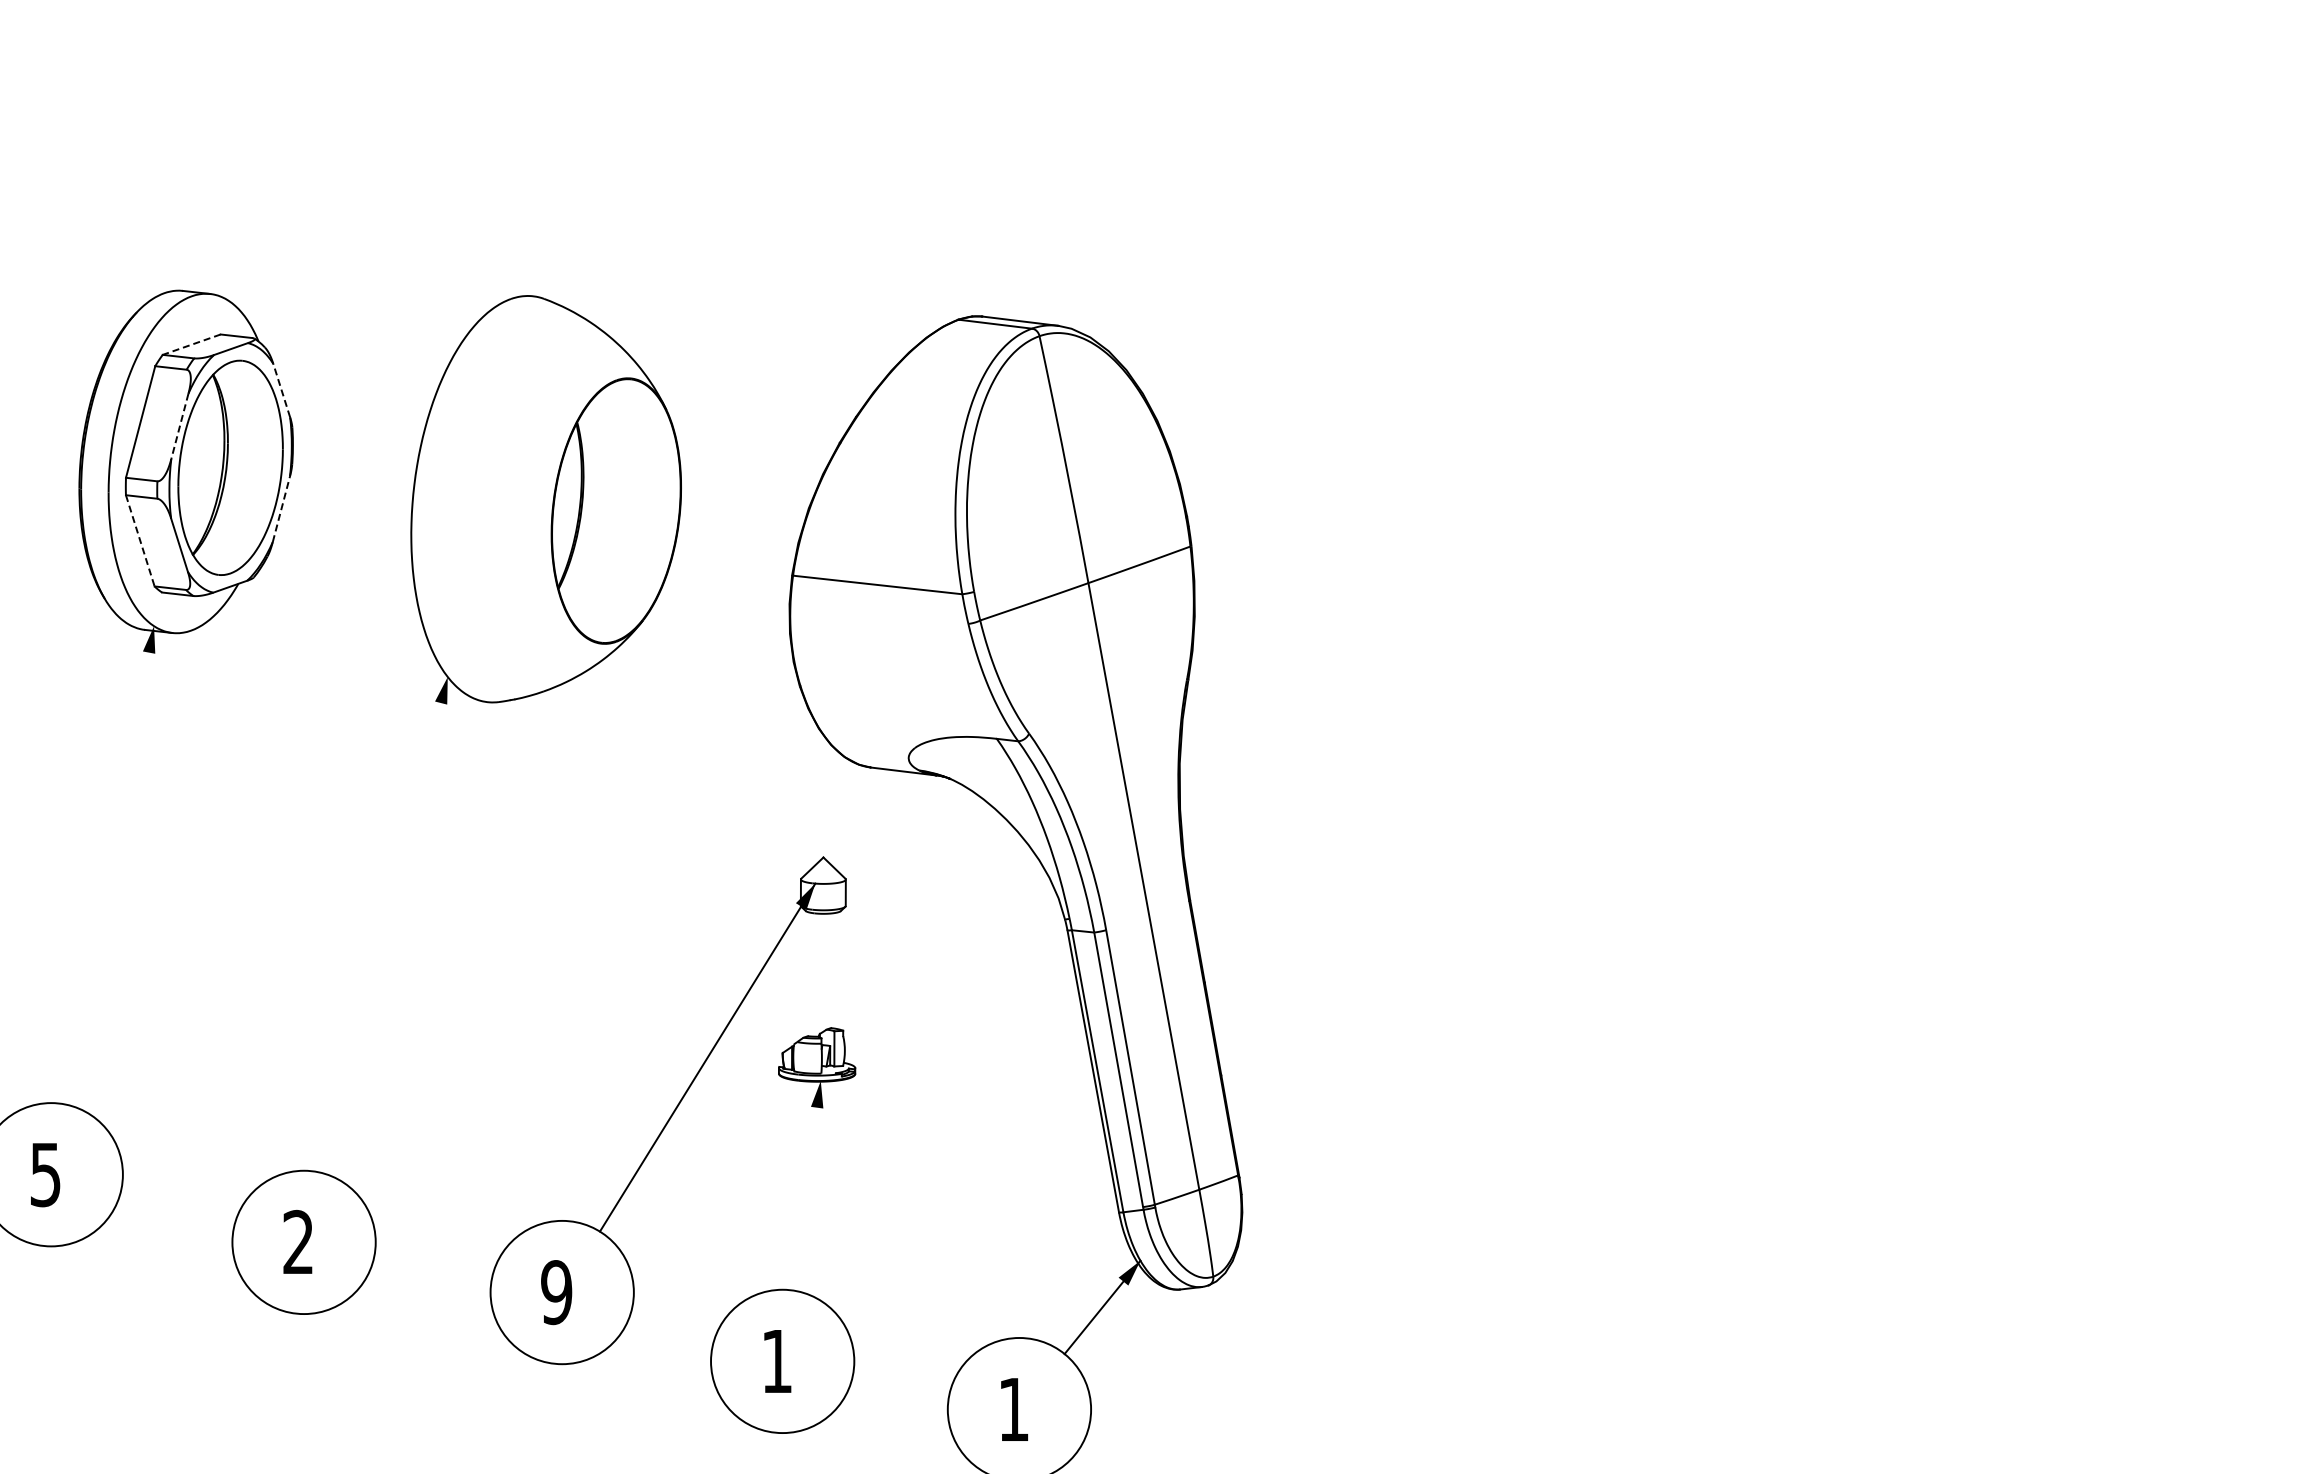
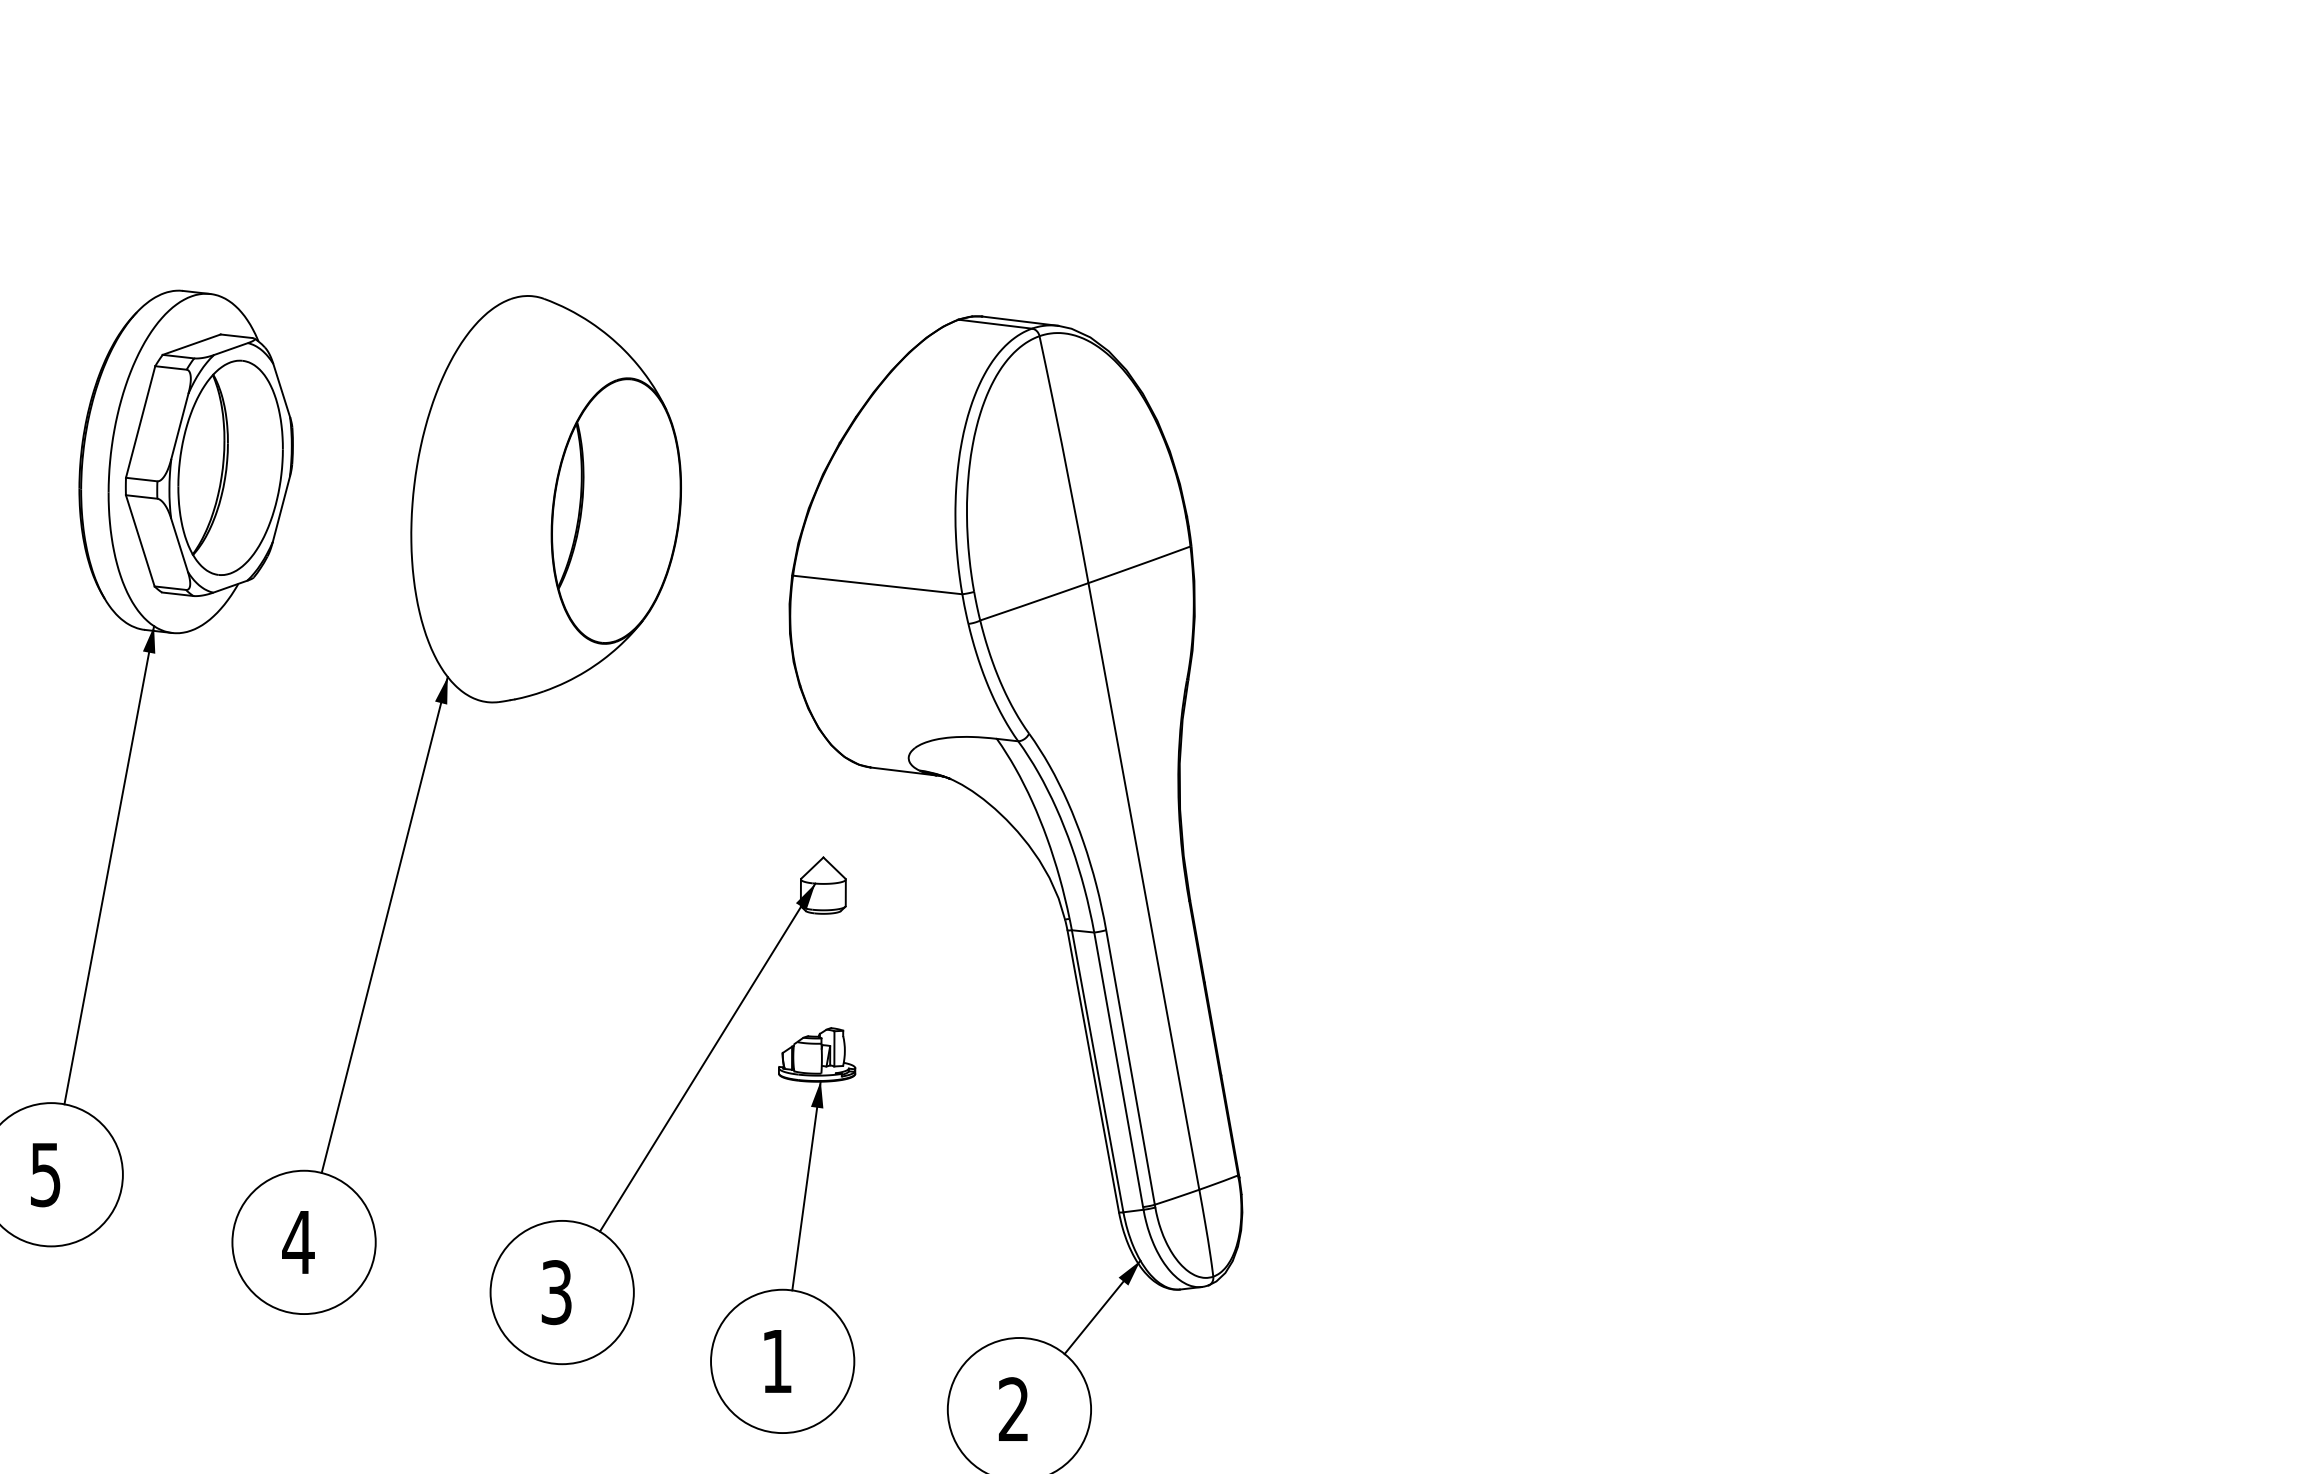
line at (191, 344): dashed -> solid
line at (281, 390): dashed -> solid
line at (179, 426): dashed -> solid
line at (281, 509): dashed -> solid
line at (140, 540): dashed -> solid
line at (109, 865): none -> present
line at (384, 924): none -> present
line at (806, 1185): none -> present
text at (298, 1241): 2 -> 4
text at (556, 1292): 9 -> 3
text at (1013, 1408): 1 -> 2
